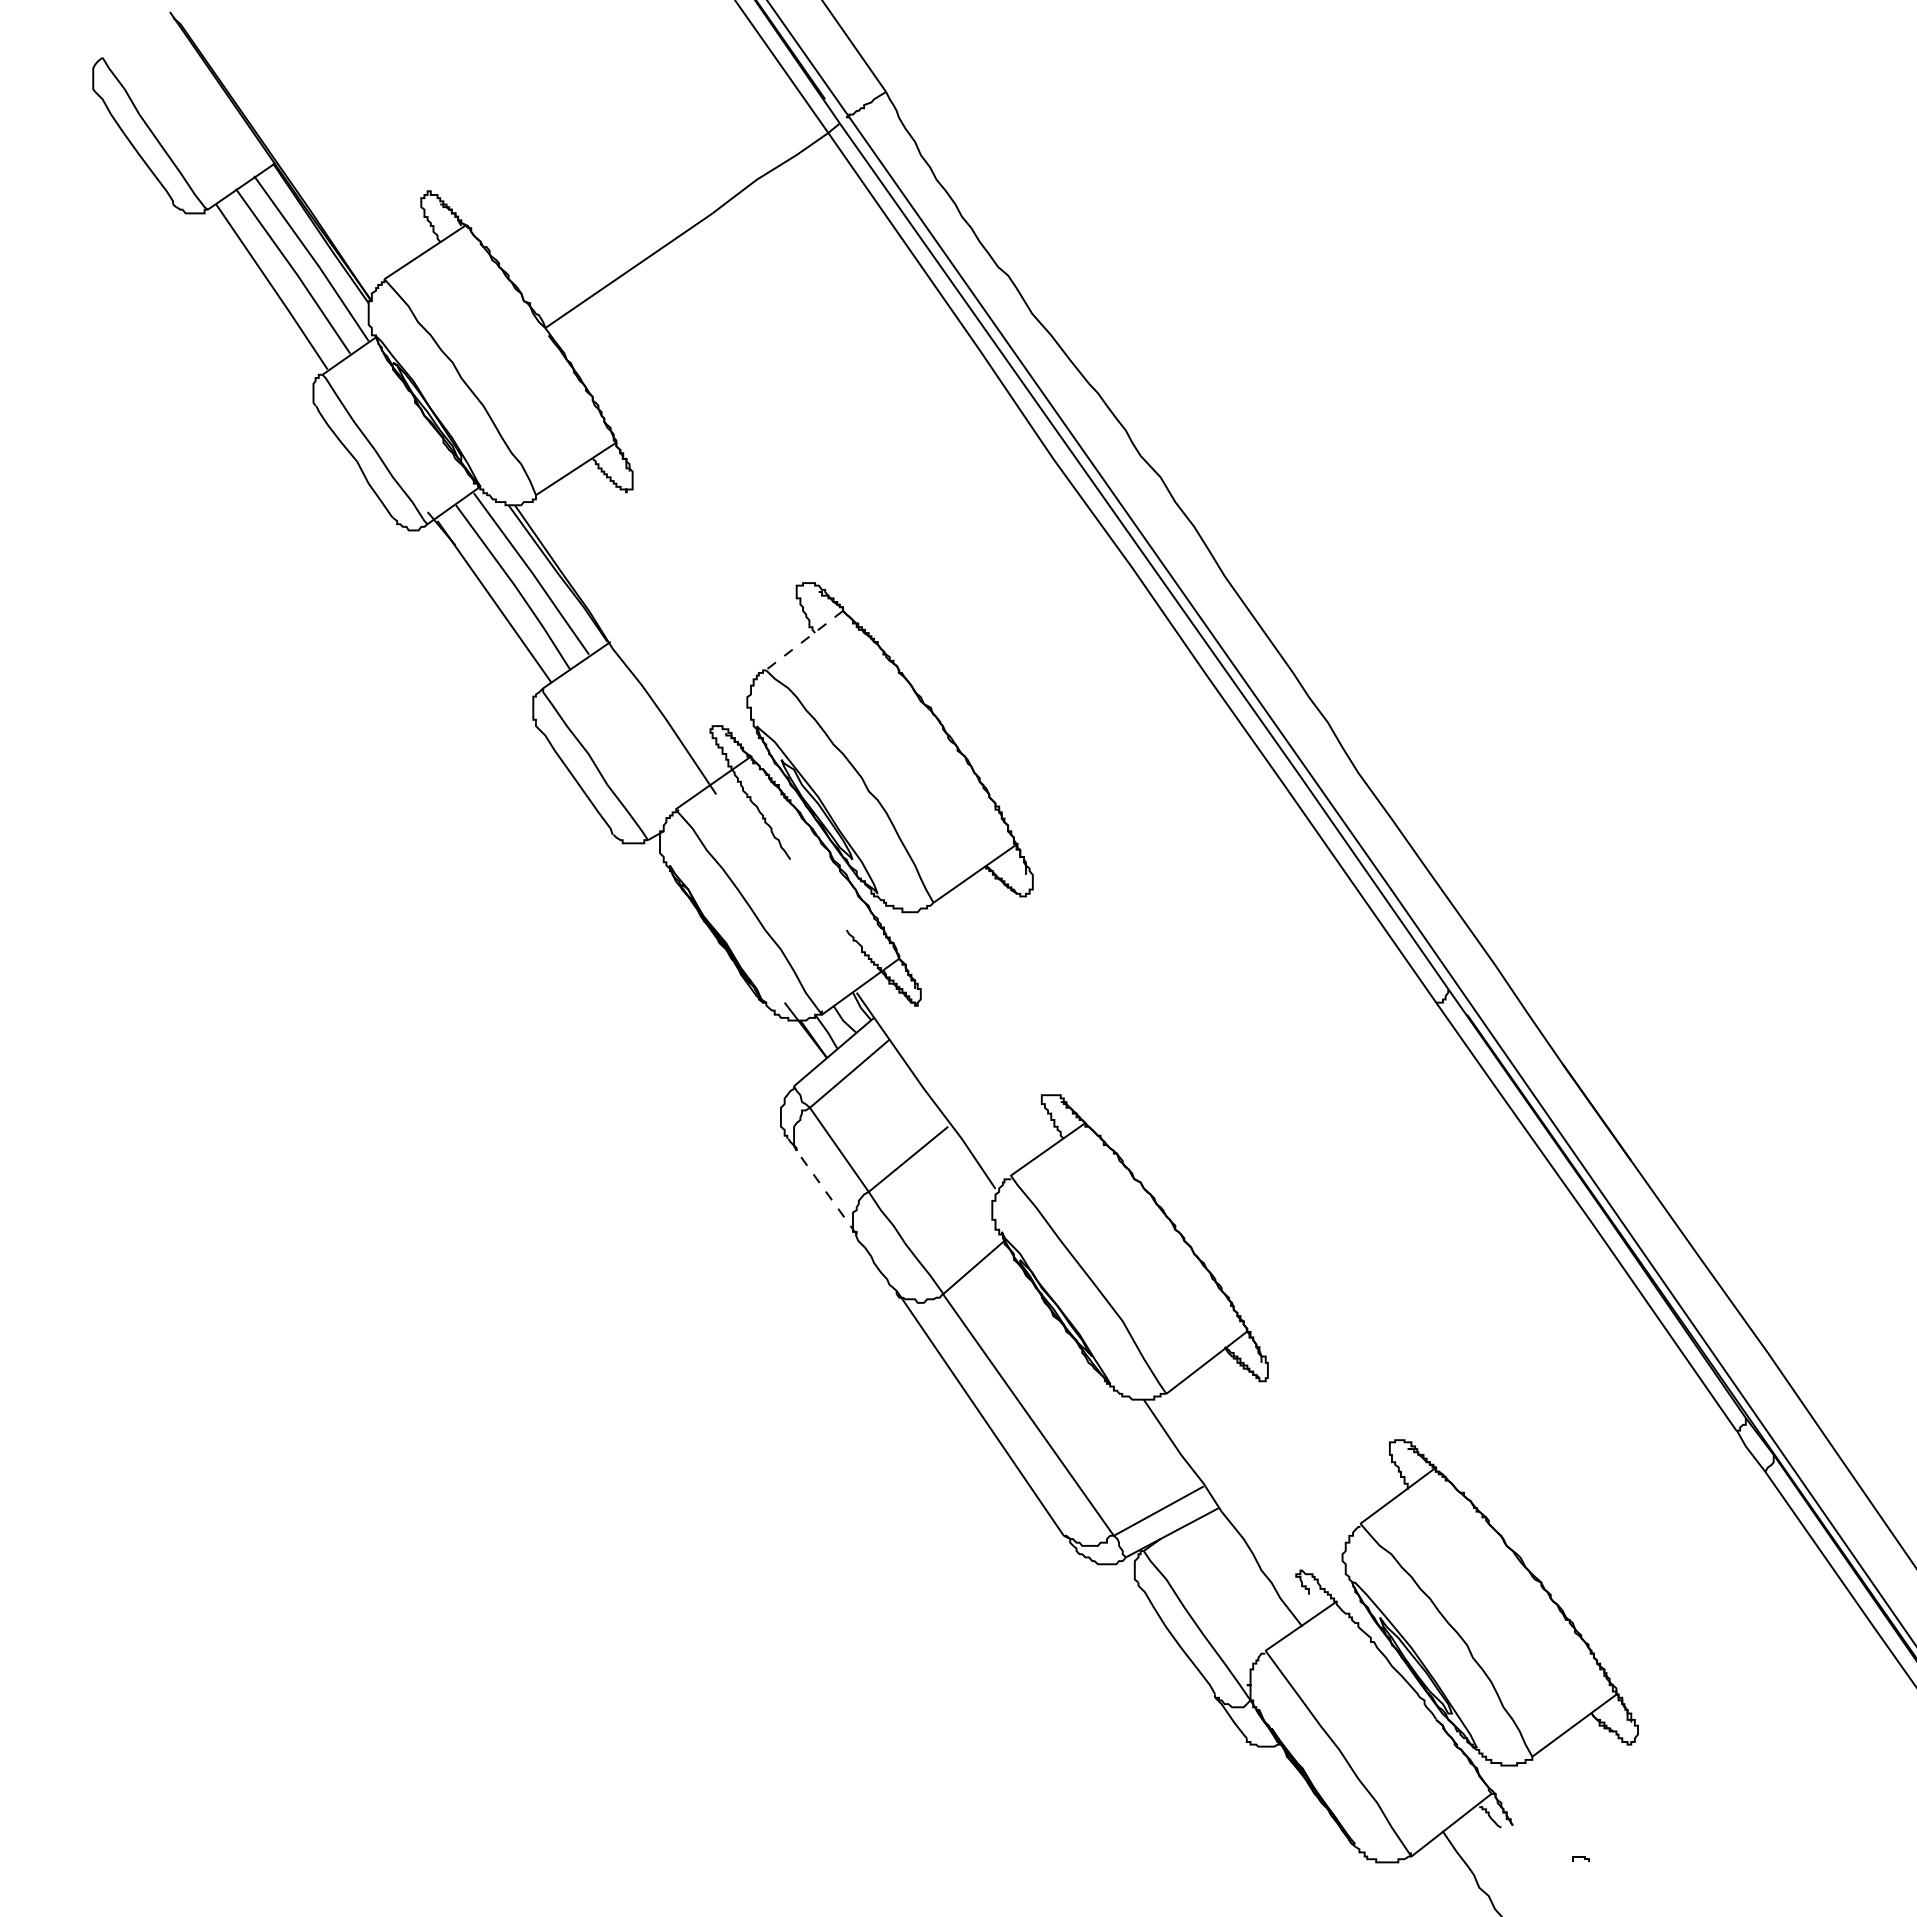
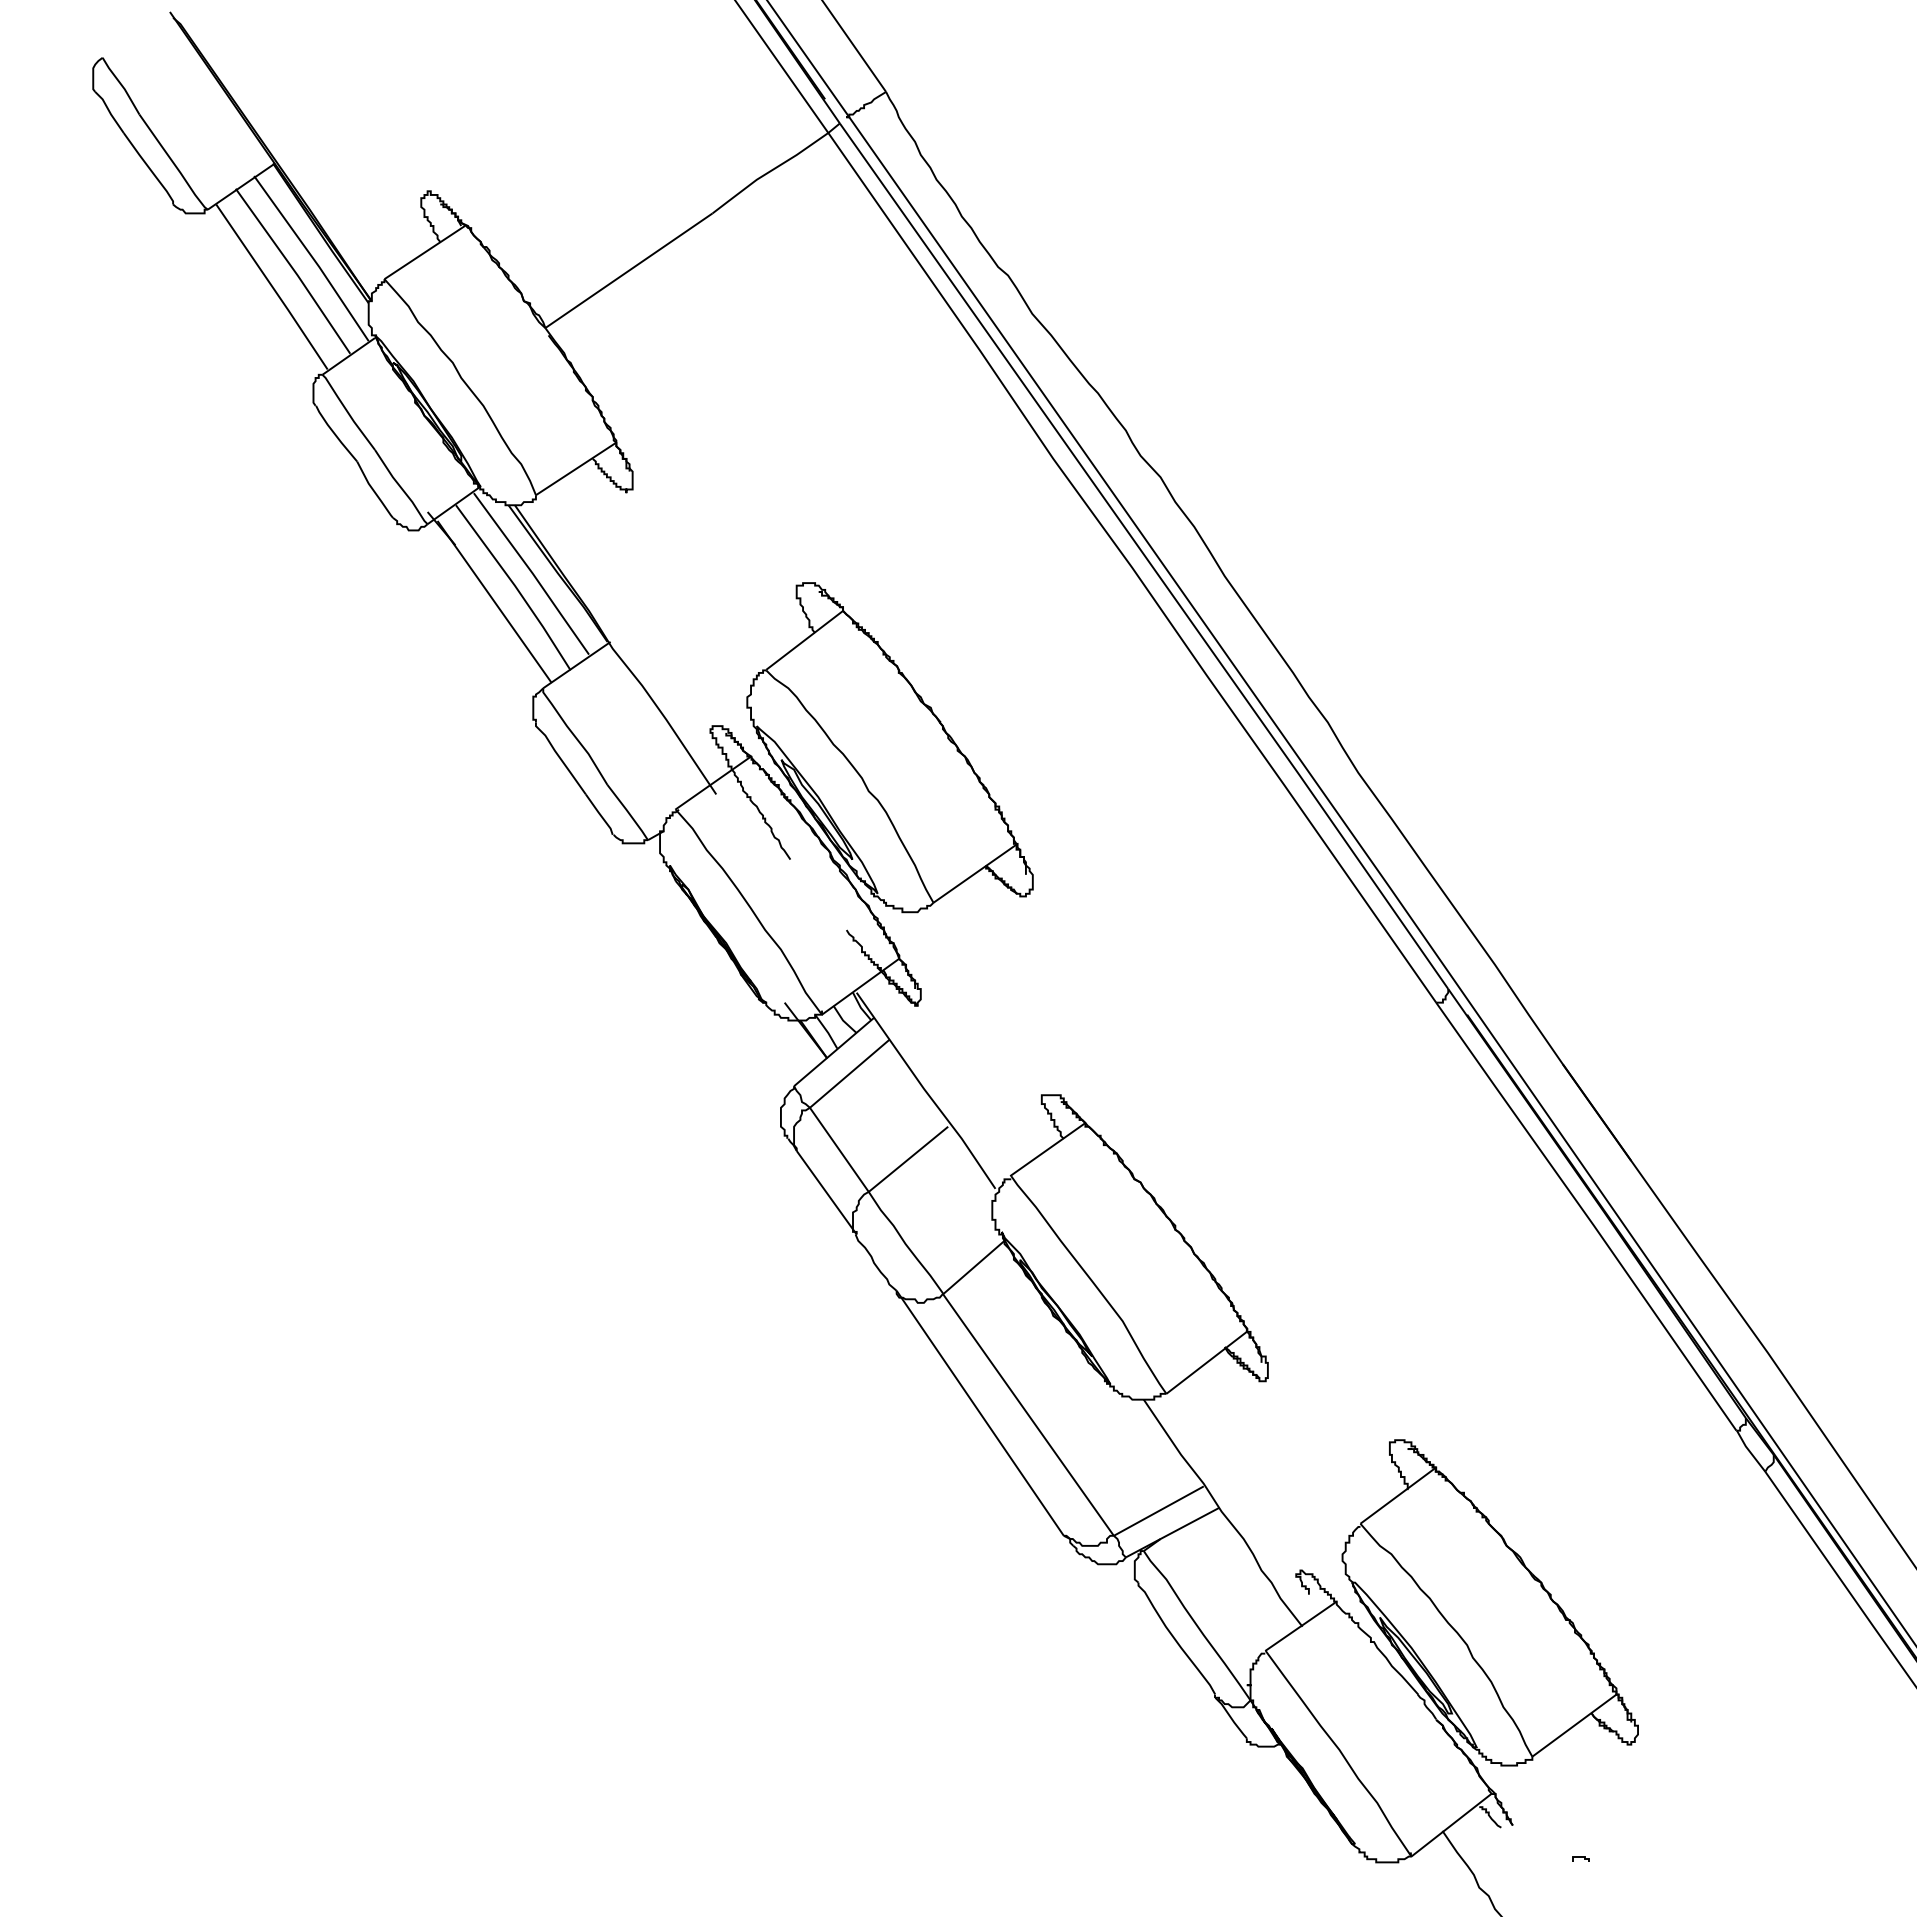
line at (804, 640): dashed -> solid
line at (826, 1192): dashed -> solid
